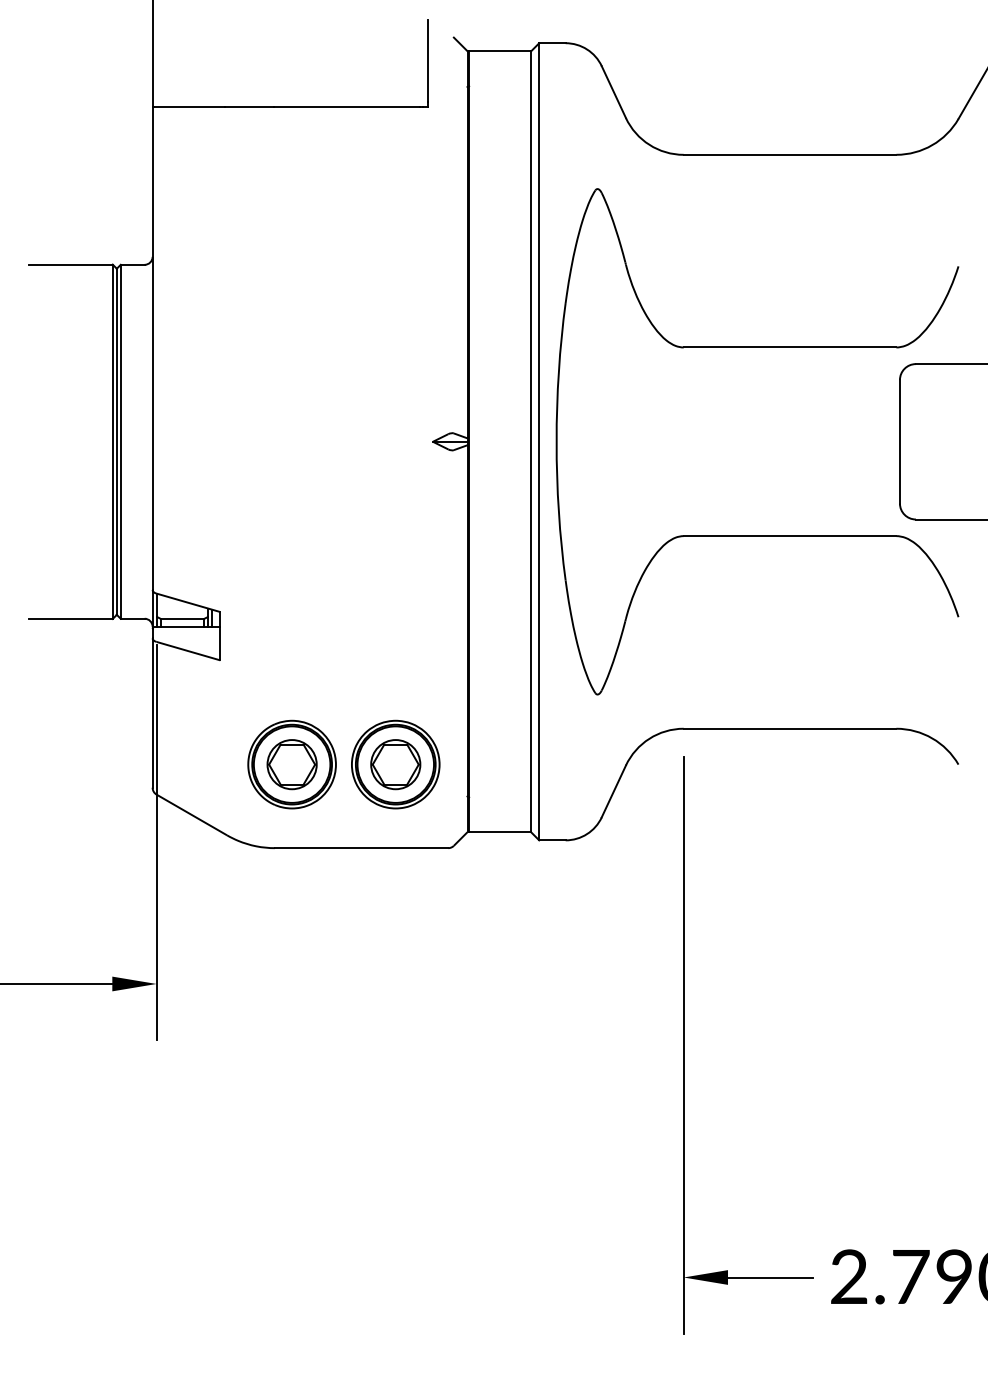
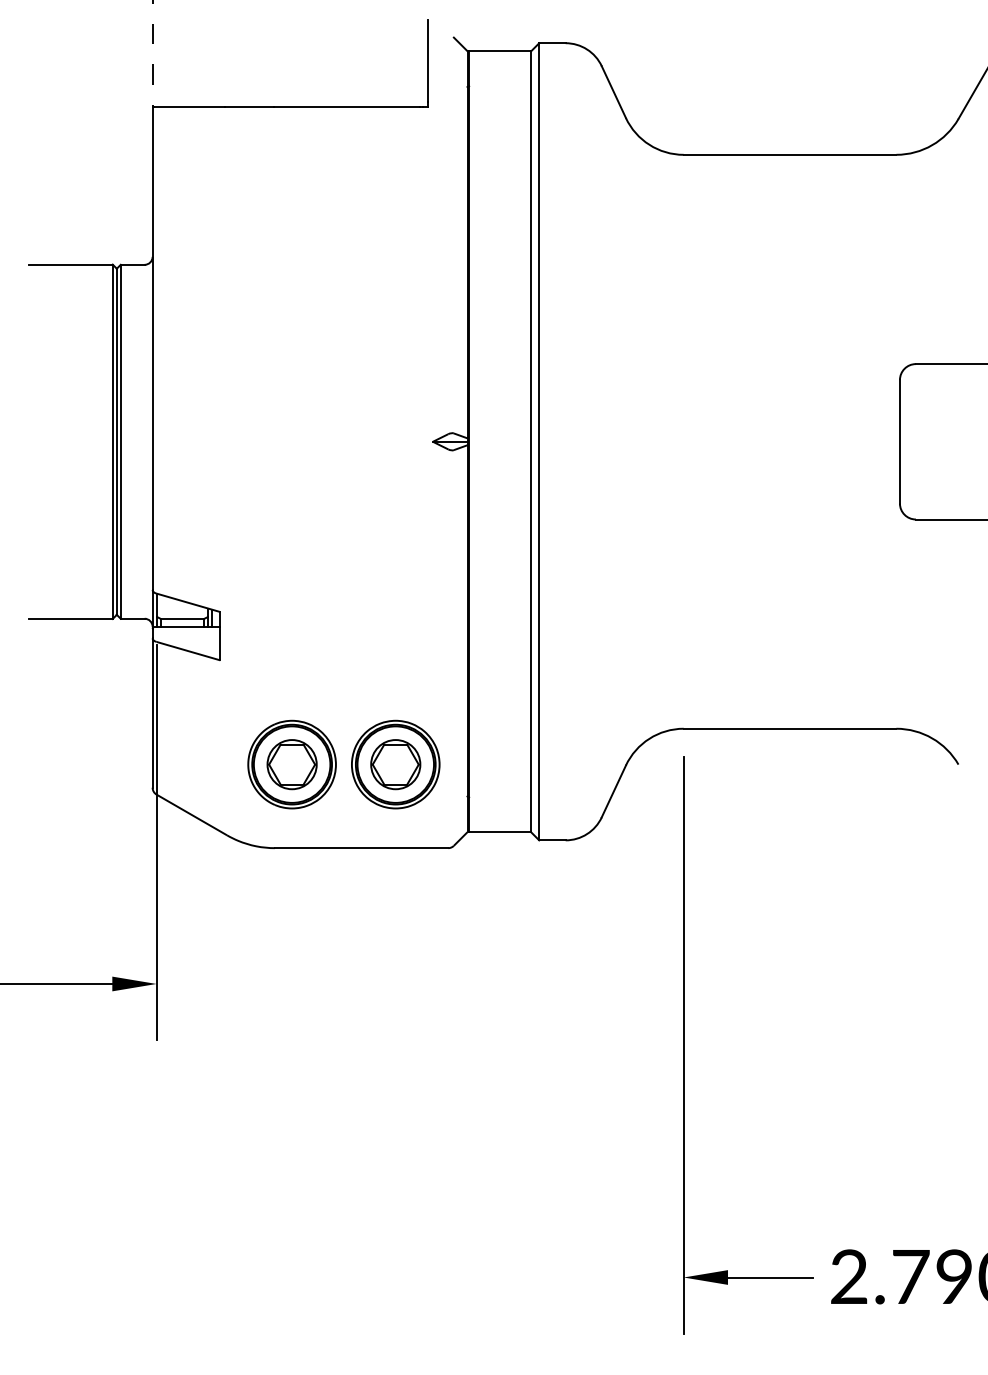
line at (152, 54): solid -> dashed
part at (757, 347): present -> none
